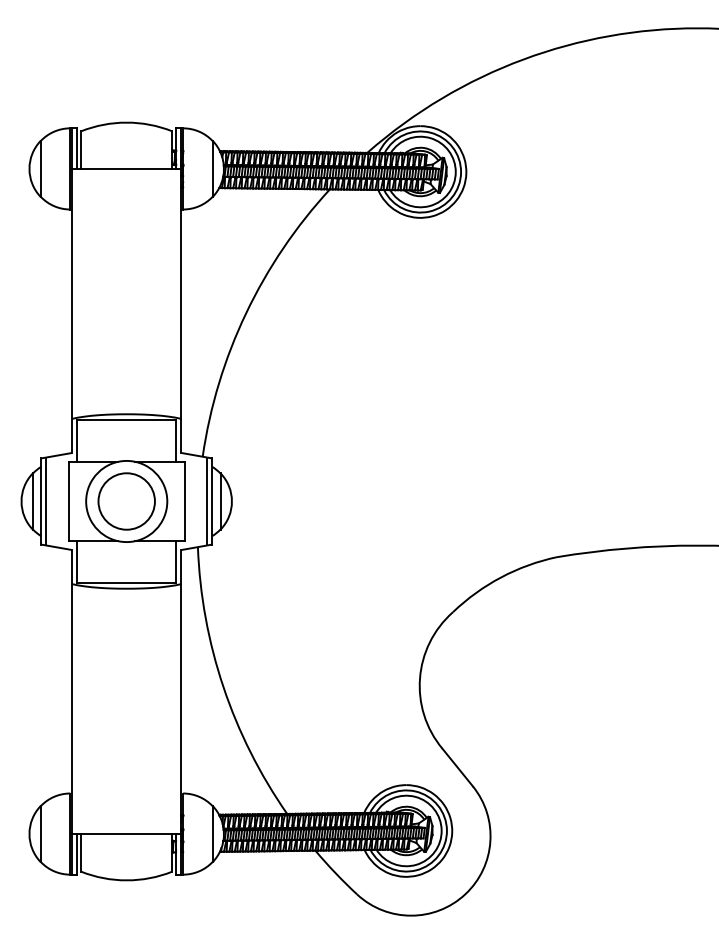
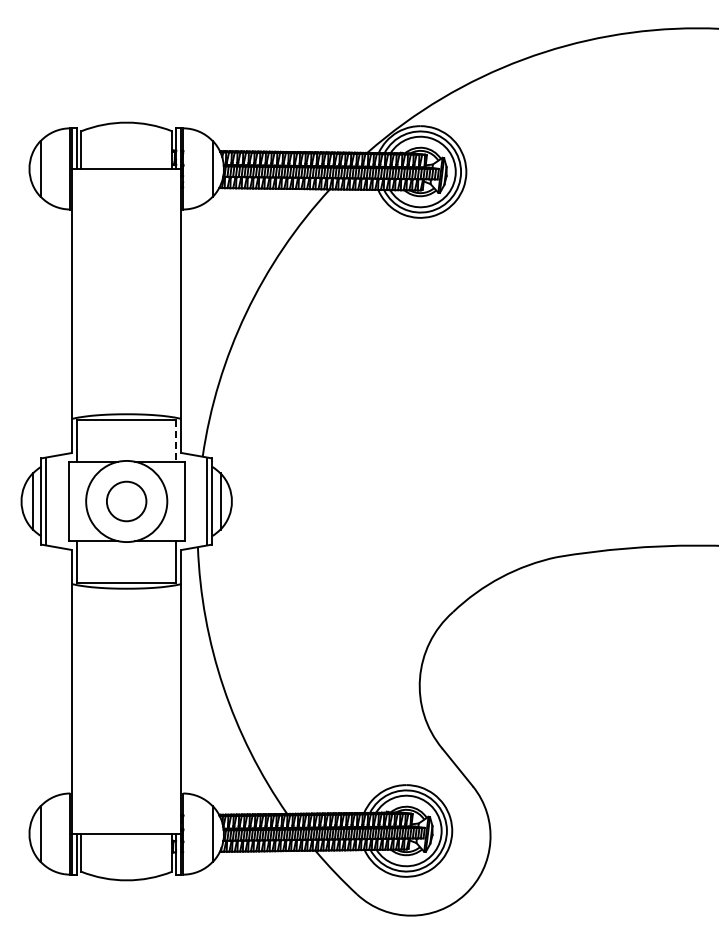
line at (176, 441): solid -> dashed
circle at (126, 501) size: 59x59 px -> 42x43 px
